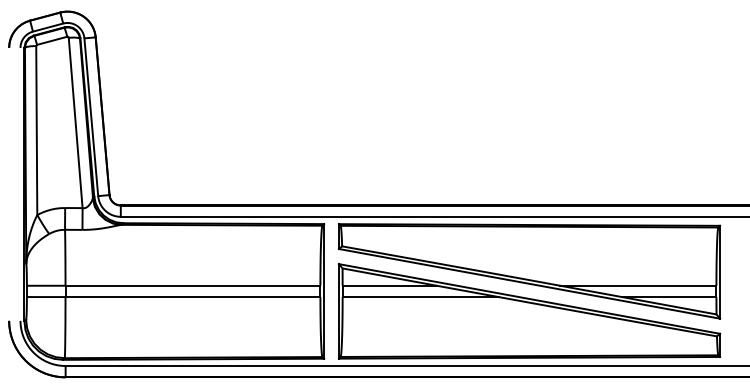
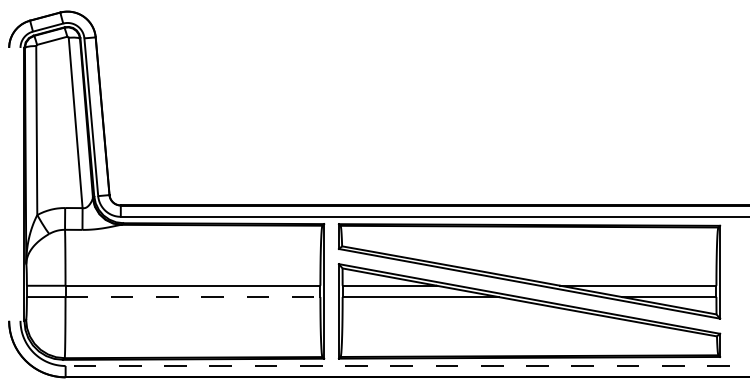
line at (193, 297): solid -> dashed
line at (407, 365): solid -> dashed
